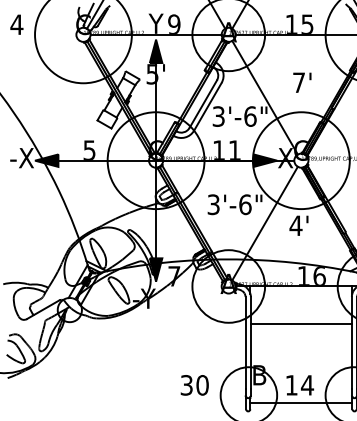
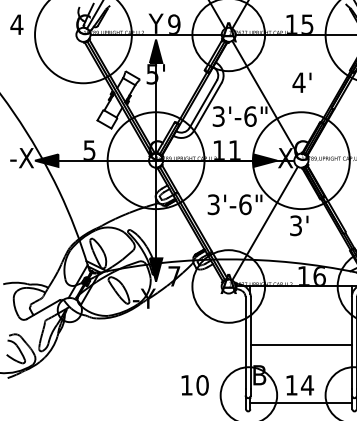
text at (298, 82): 7' -> 4'
text at (295, 225): 4' -> 3'
line at (300, 323) position: (300, 323) -> (300, 344)
text at (186, 385): 30 -> 10
